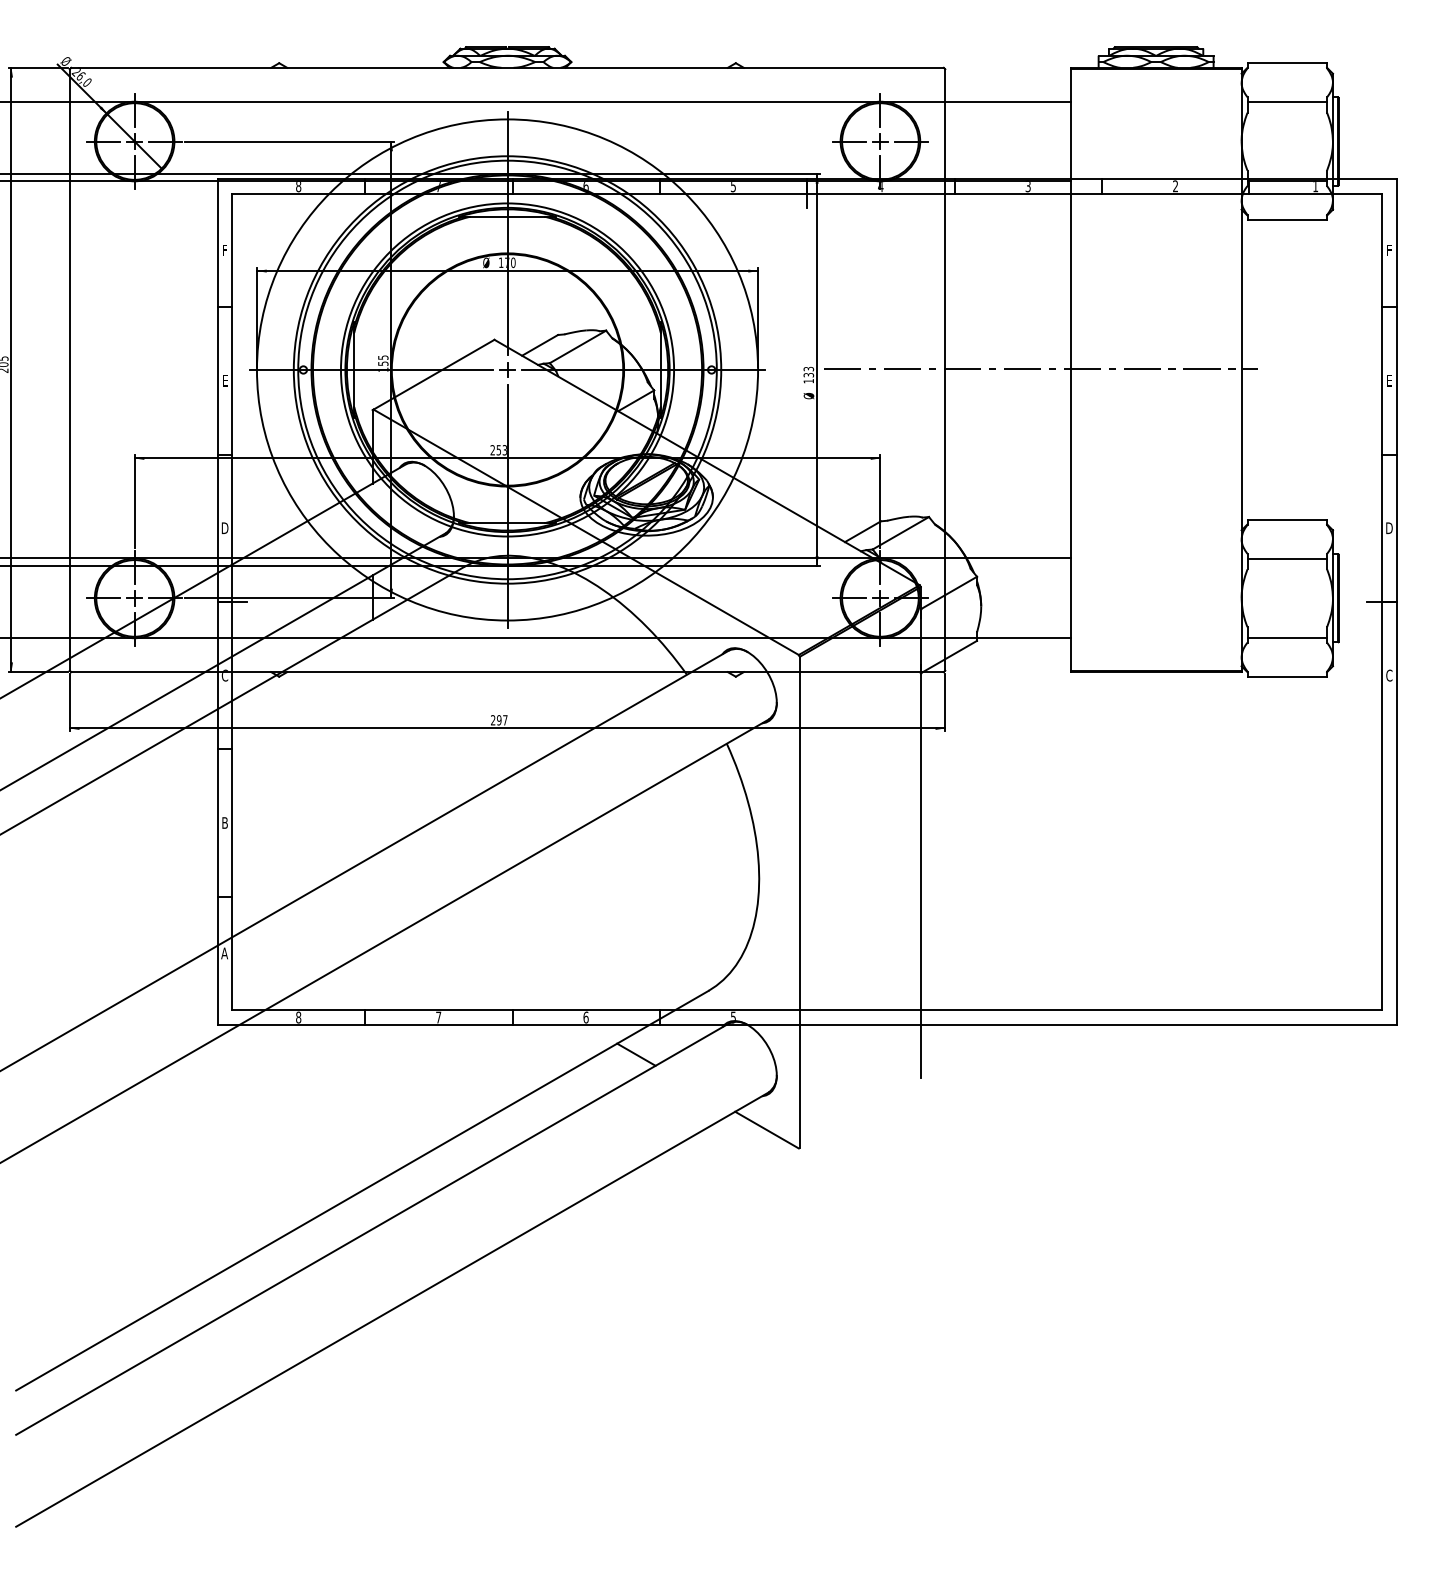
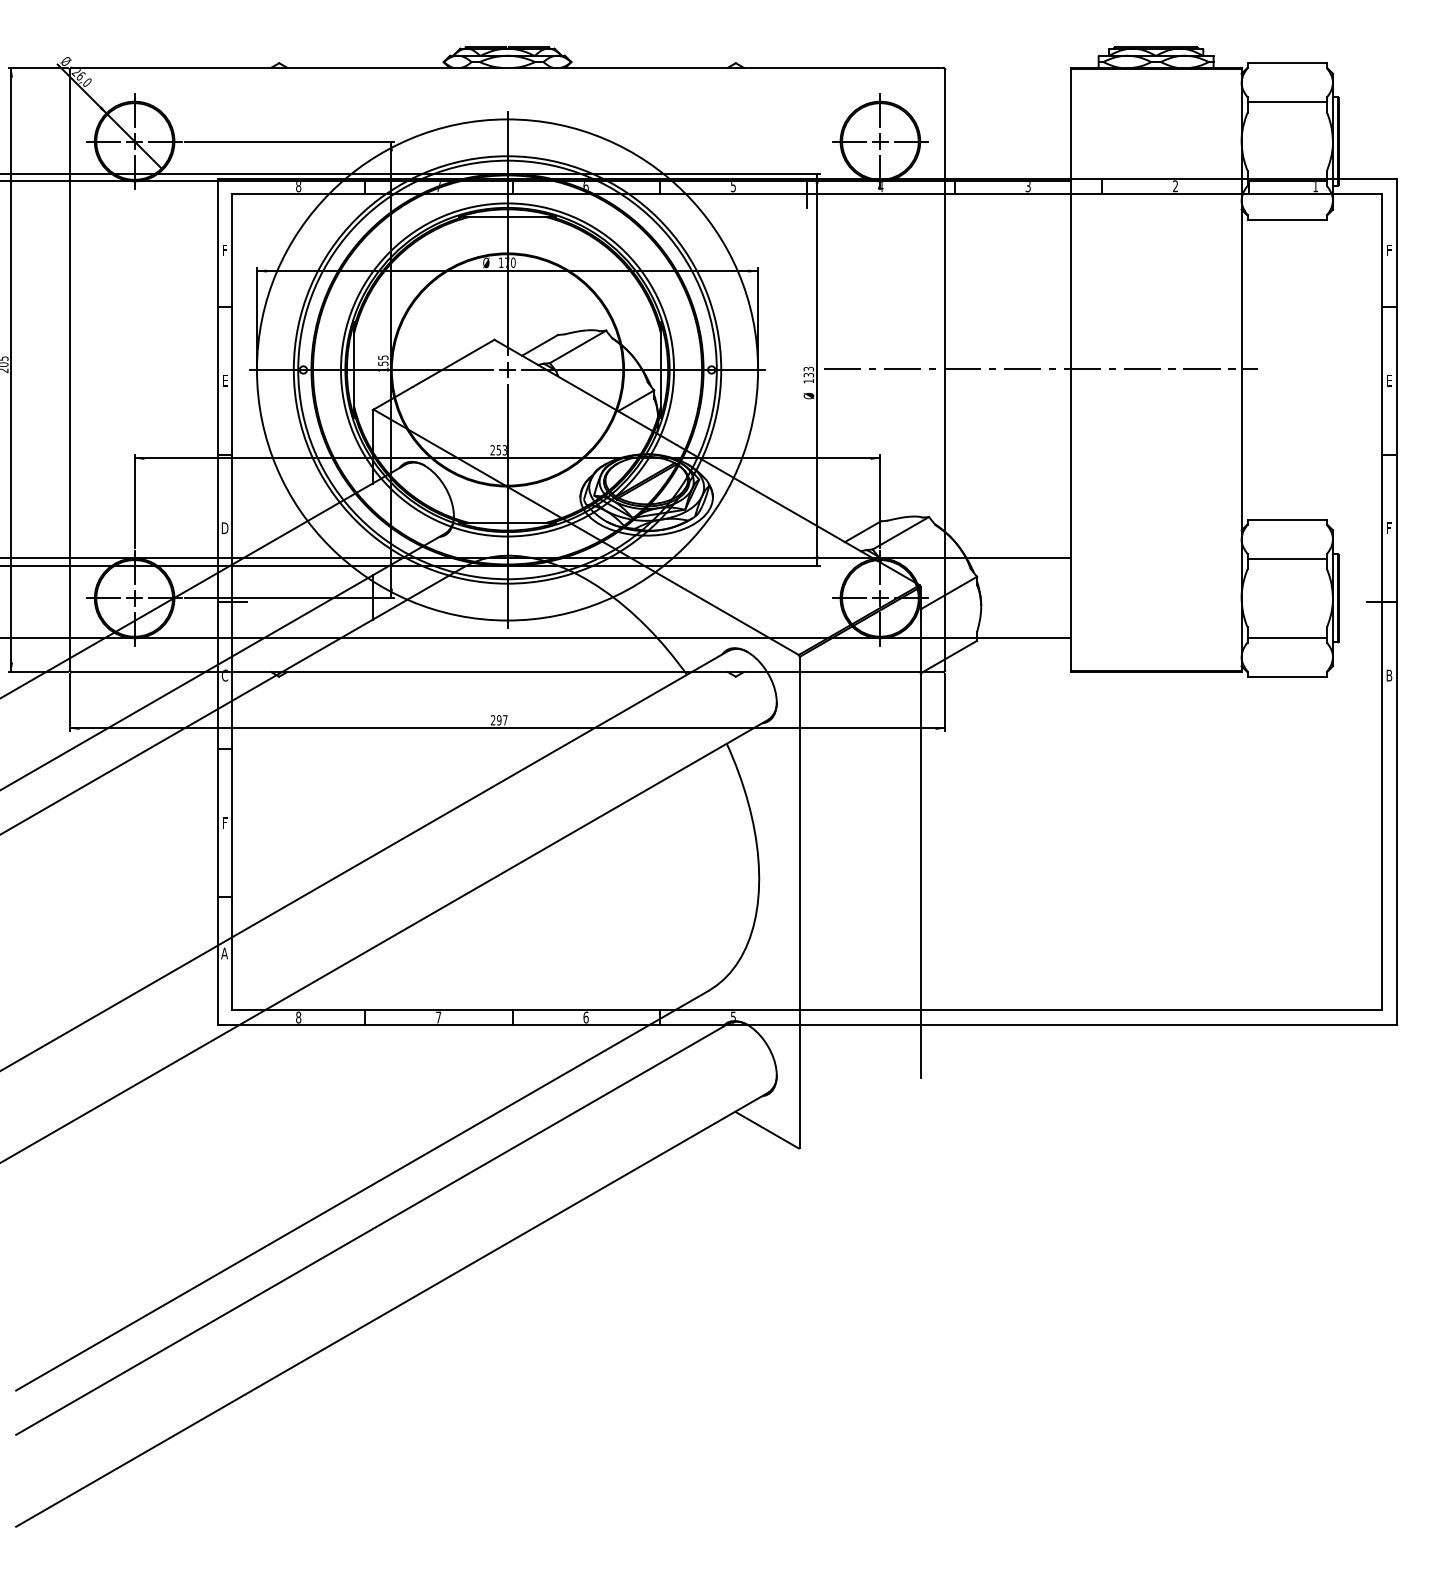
line at (536, 101): present -> none
text at (1389, 528): D -> F
text at (1389, 675): C -> B
text at (224, 822): B -> F
line at (636, 1054): present -> none
